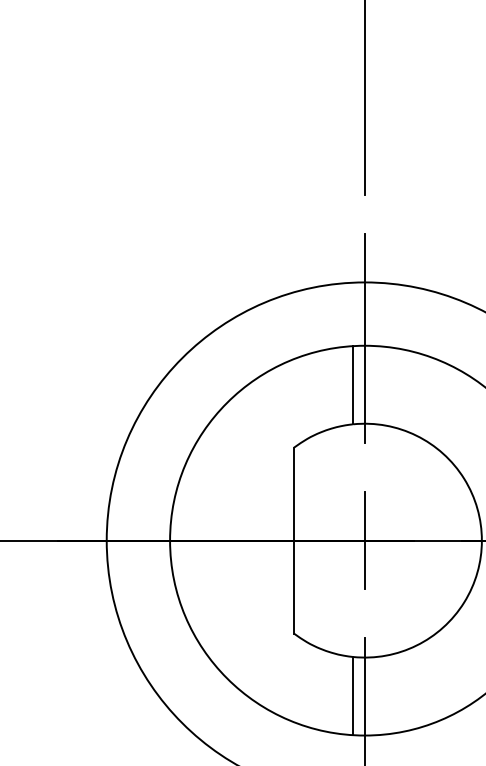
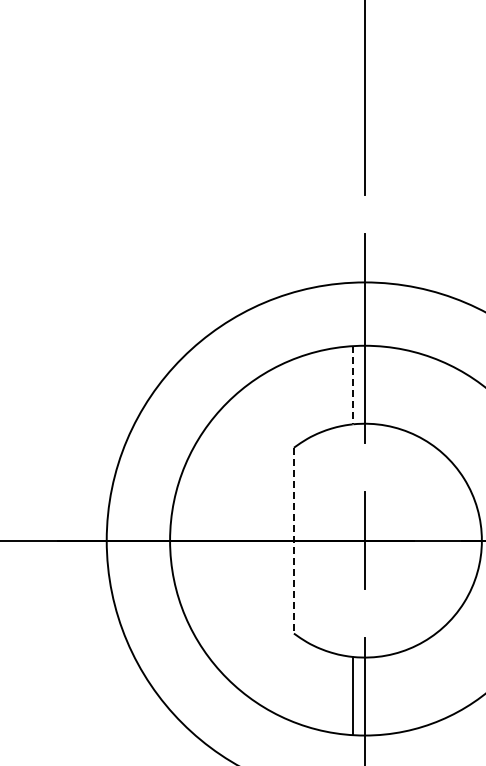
line at (353, 385): solid -> dashed
line at (293, 540): solid -> dashed
